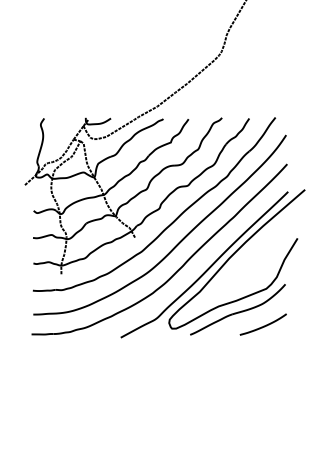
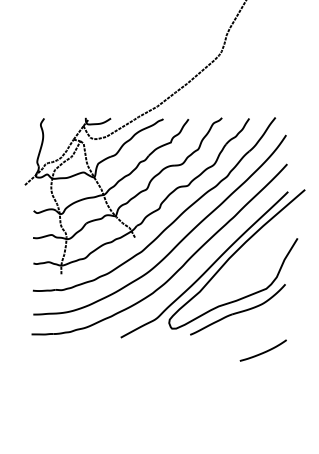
curve at (263, 325) position: (263, 325) -> (263, 351)
